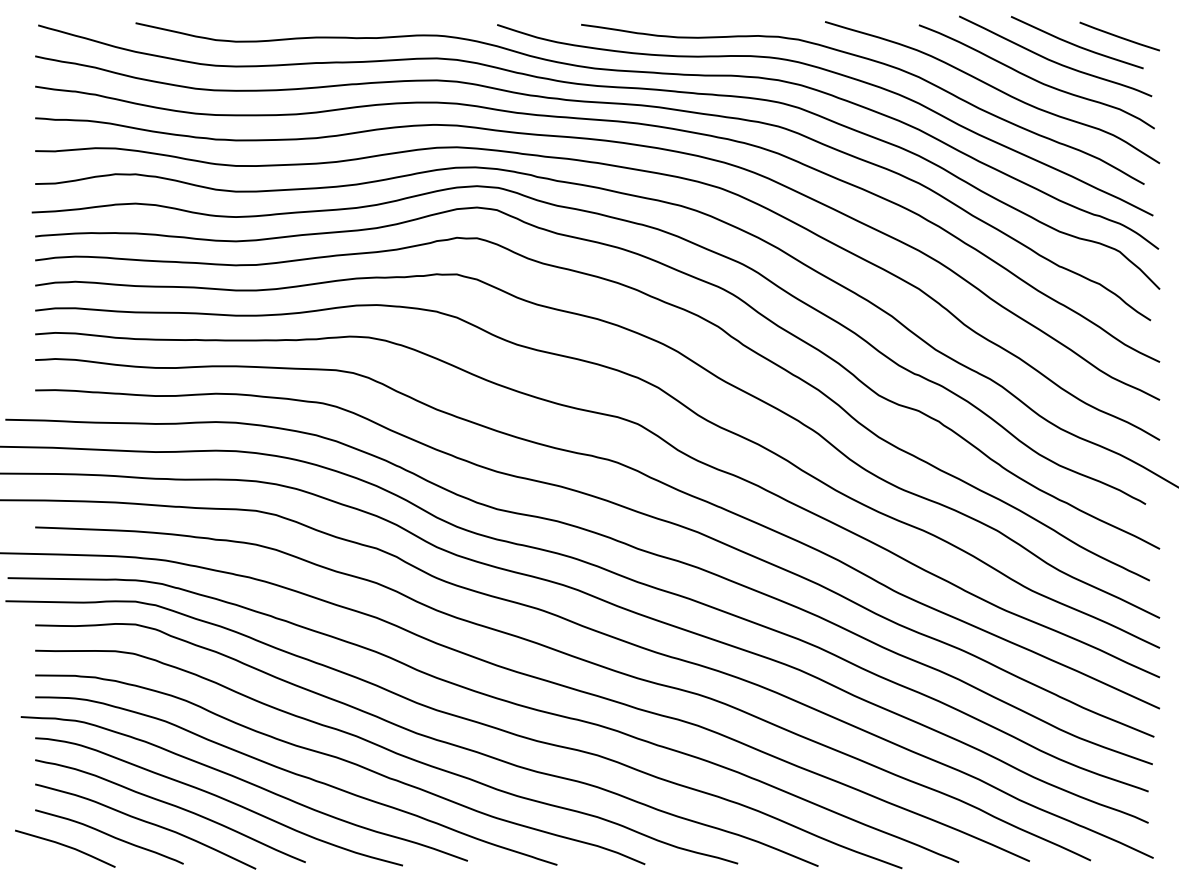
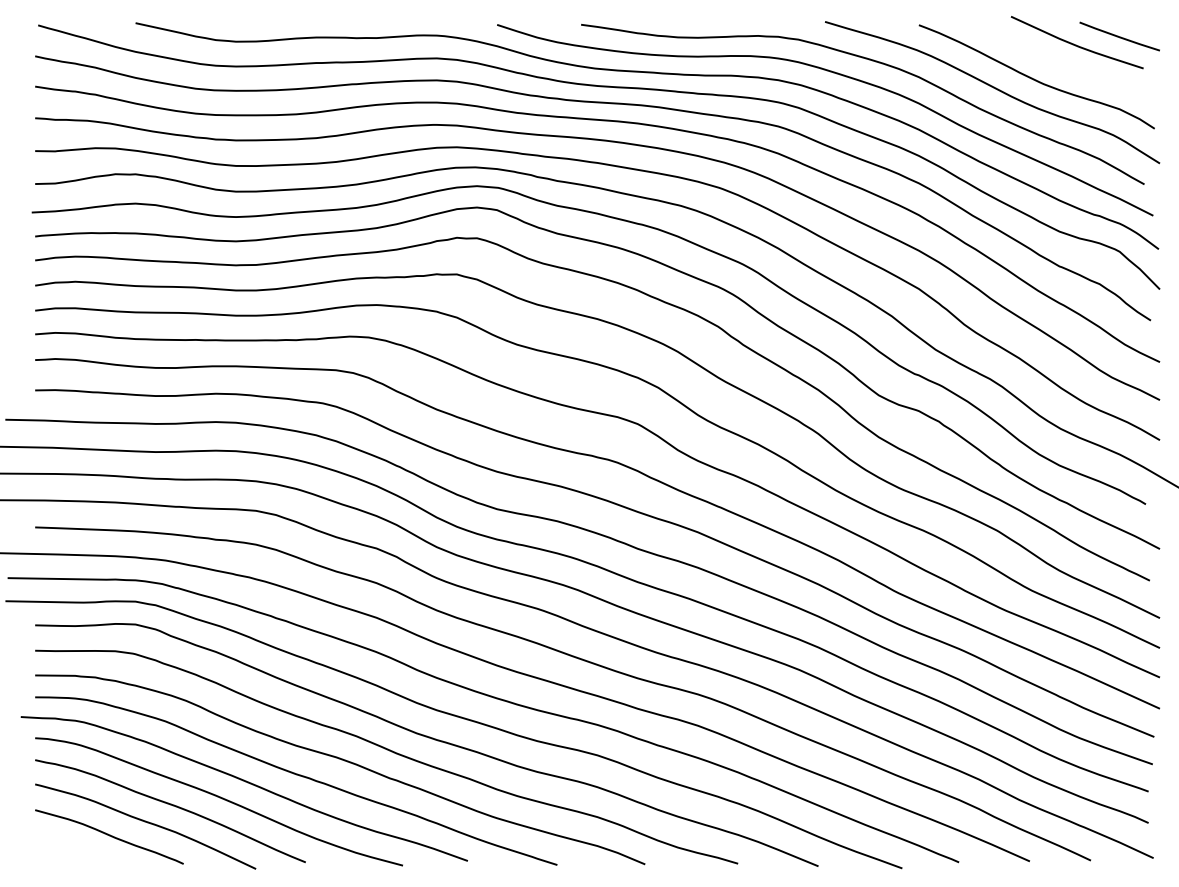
curve at (1053, 60): present -> none
line at (65, 846): present -> none
